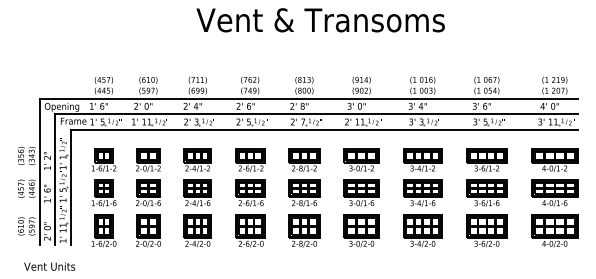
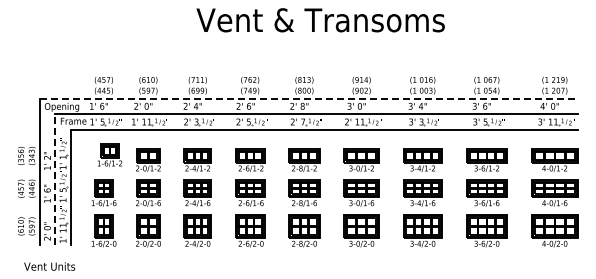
line at (309, 98): solid -> dashed
part at (103, 159) position: (103, 159) -> (109, 154)
line at (55, 178): solid -> dashed
